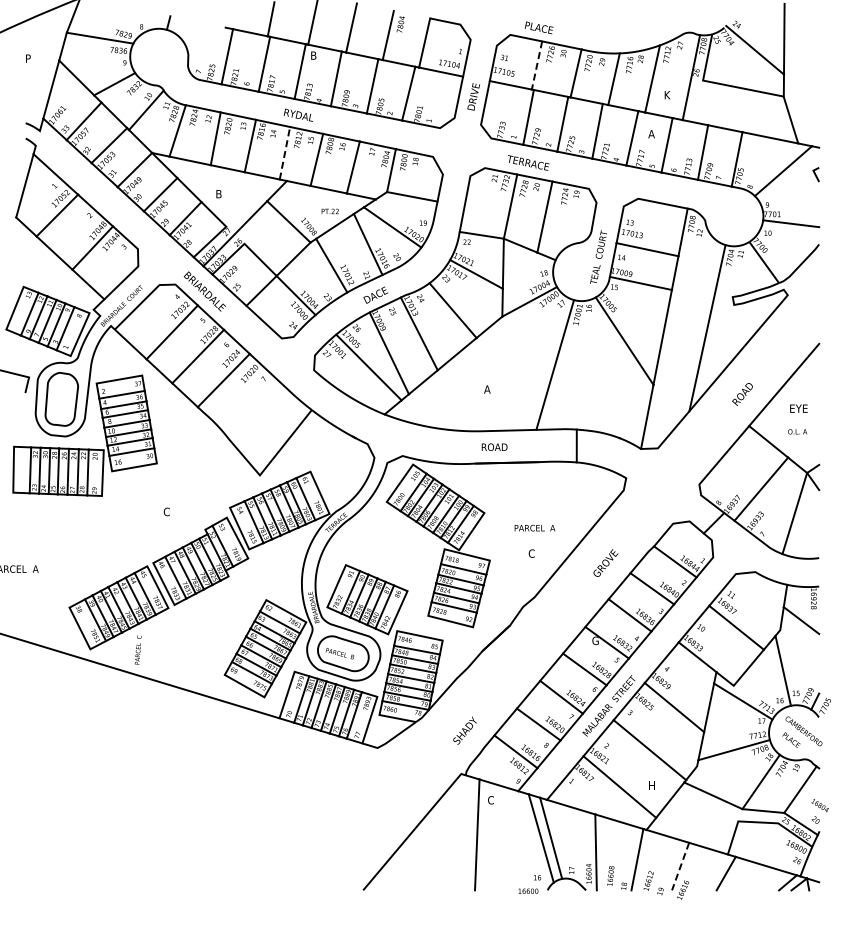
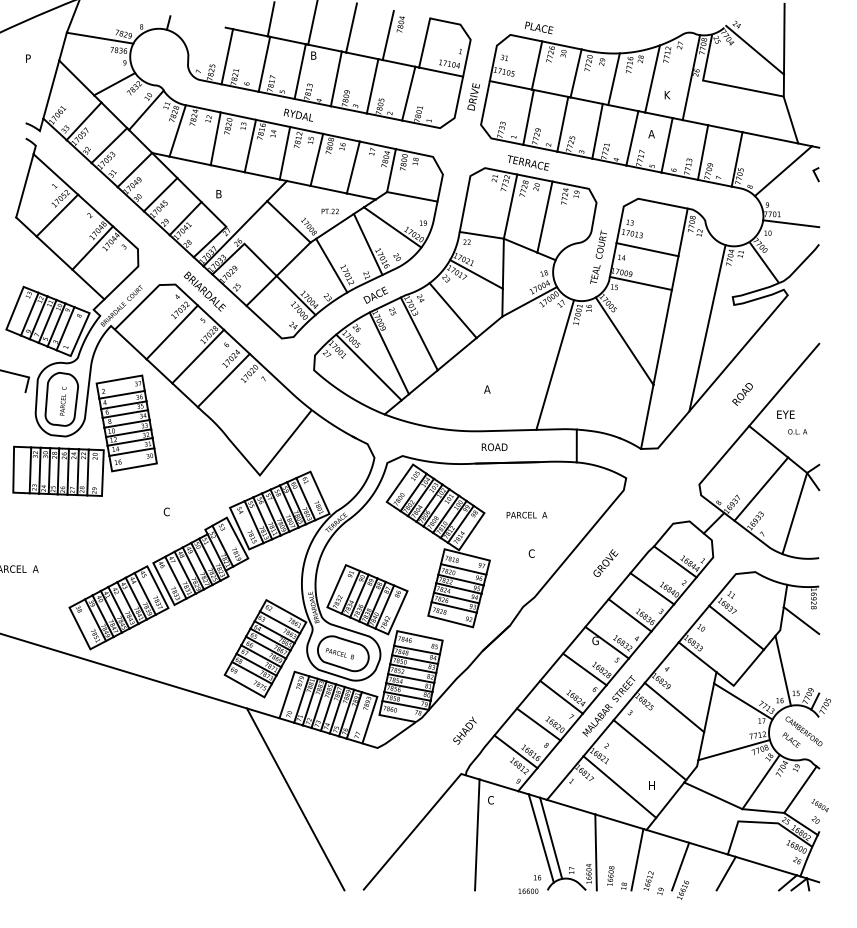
line at (537, 65): dashed -> solid
line at (284, 153): dashed -> solid
text at (798, 408) position: (798, 408) -> (785, 414)
text at (534, 527) position: (534, 527) -> (526, 514)
text at (138, 649) position: (138, 649) -> (63, 400)
line at (295, 799): none -> present
line at (680, 867): dashed -> solid
